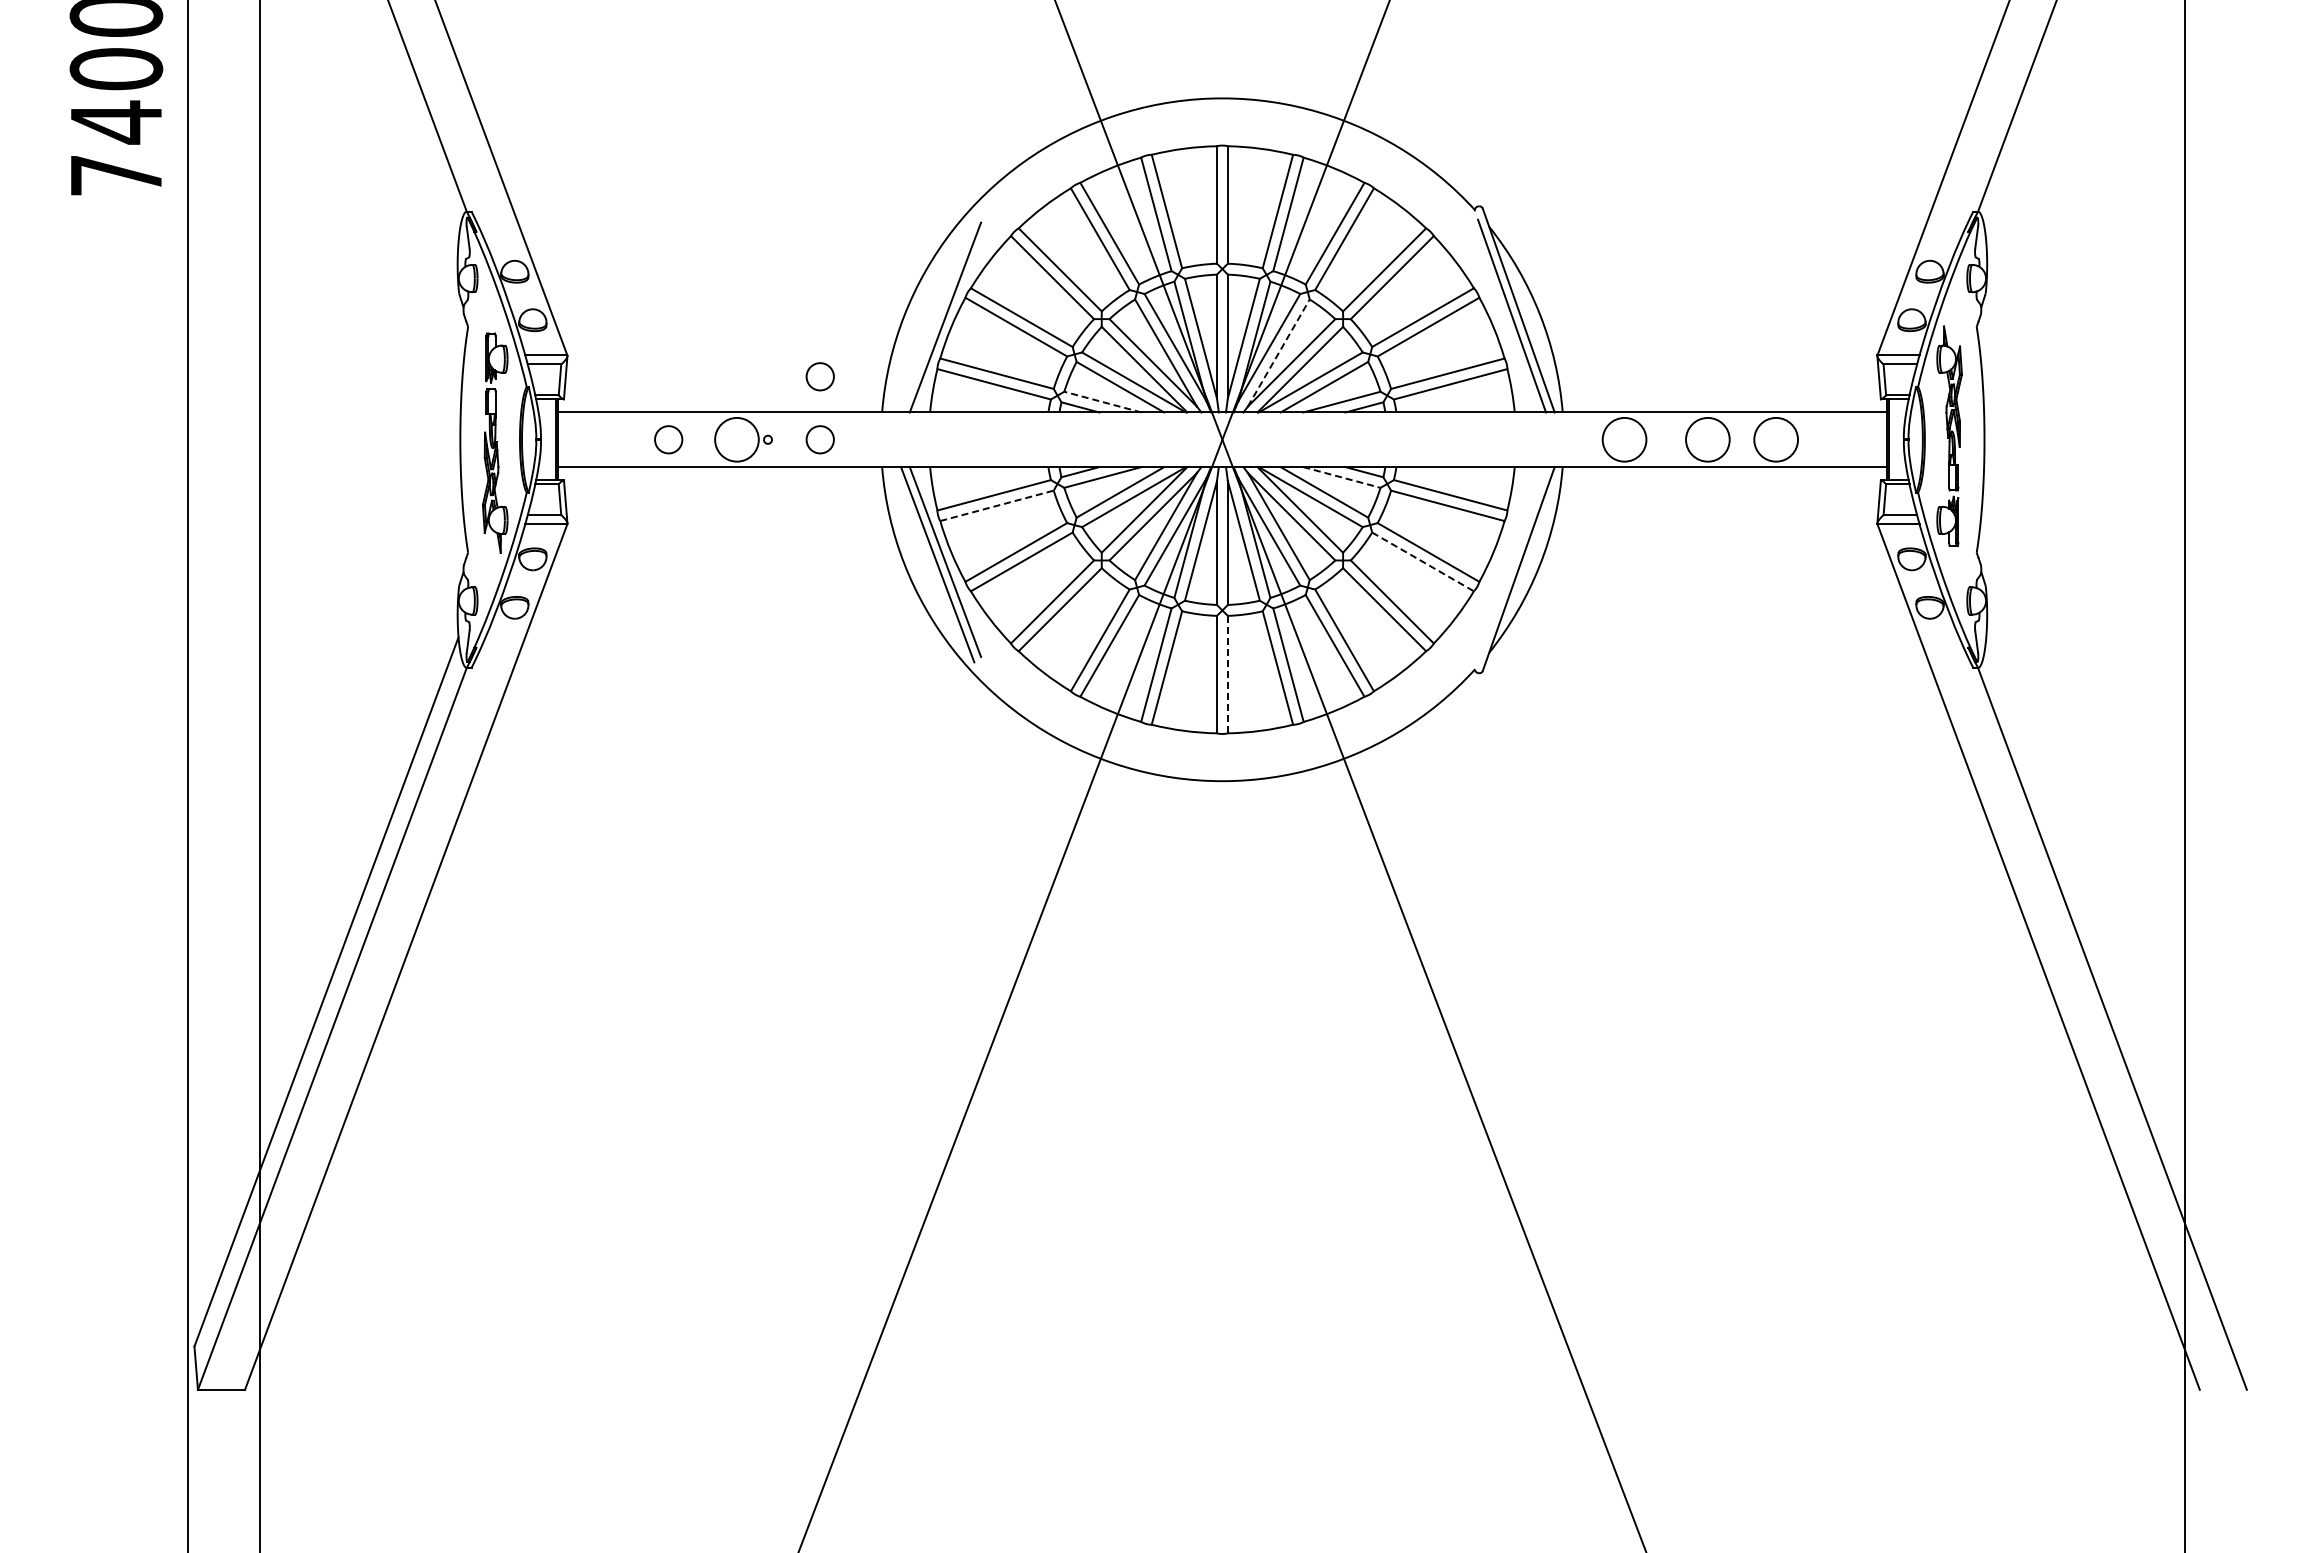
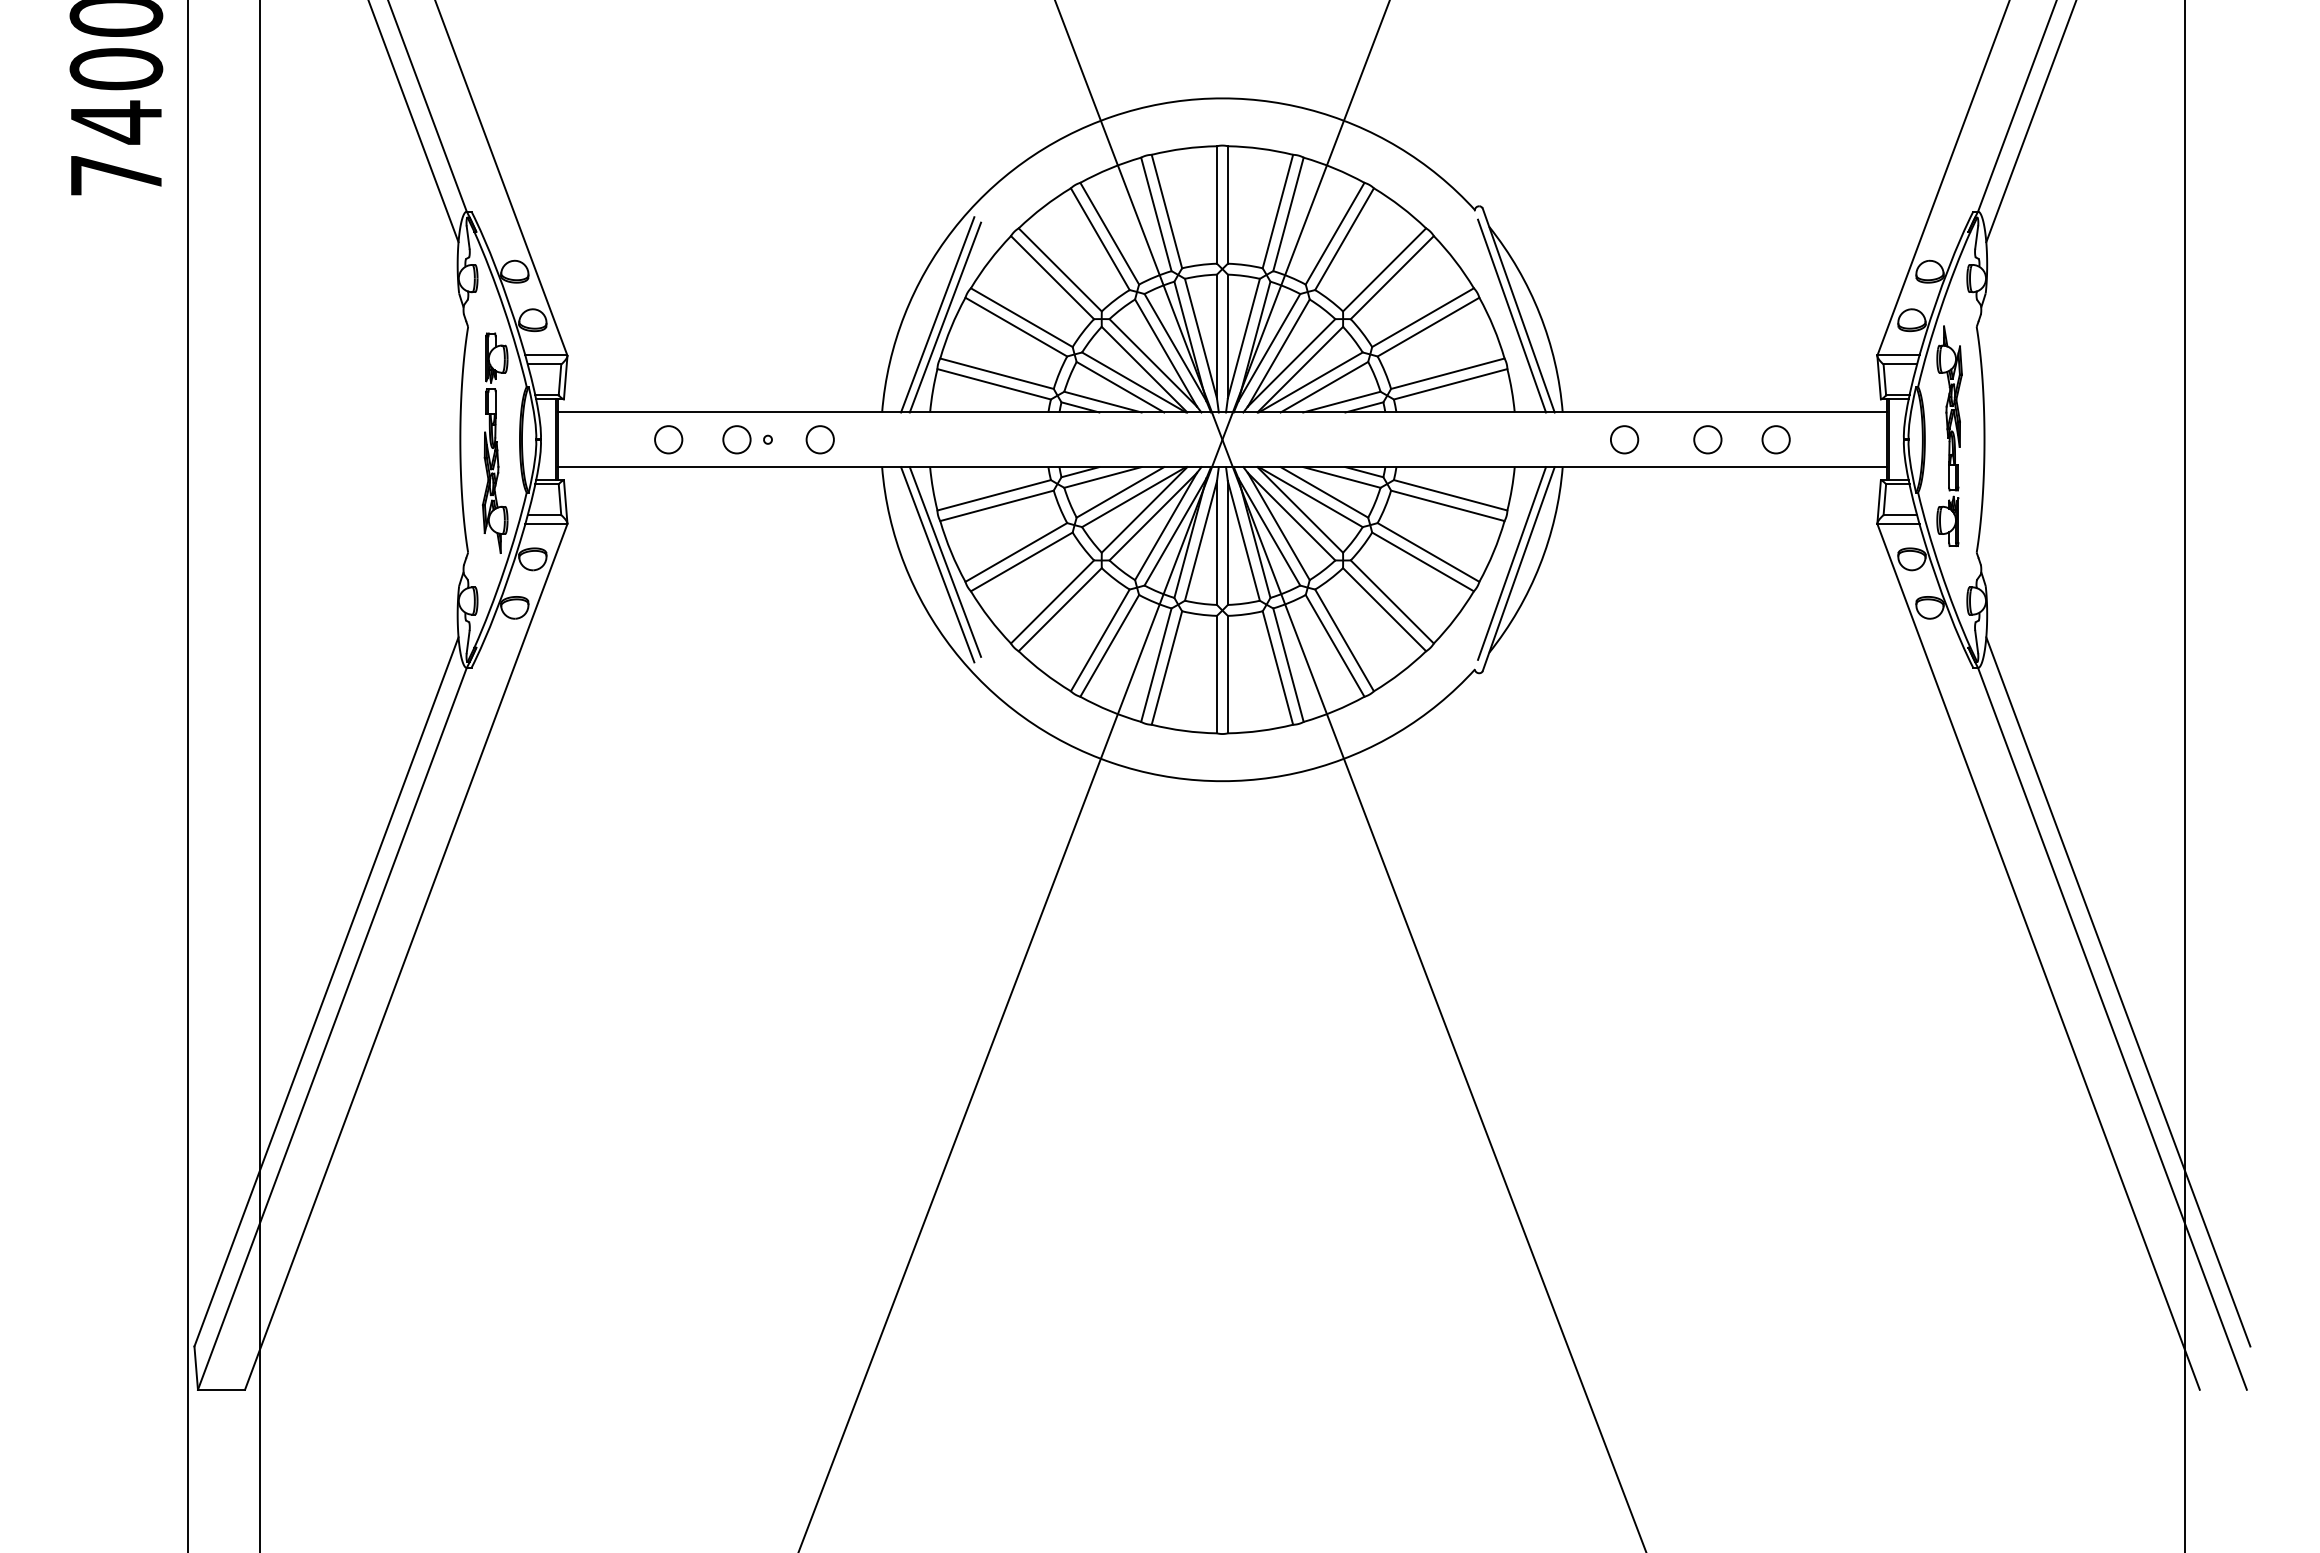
line at (413, 122): none -> present
line at (2030, 122): none -> present
line at (937, 314): none -> present
line at (1278, 353): dashed -> solid
circle at (819, 376): present -> none
line at (1102, 402): dashed -> solid
circle at (736, 439) diameter: 44 px -> 27 px
circle at (1624, 439) diameter: 44 px -> 27 px
circle at (1707, 439) diameter: 44 px -> 27 px
circle at (1776, 439) diameter: 44 px -> 27 px
line at (1342, 477): dashed -> solid
line at (997, 505): dashed -> solid
line at (1423, 561): dashed -> solid
line at (1512, 563): none -> present
line at (1227, 674): dashed -> solid
line at (2118, 991): none -> present
